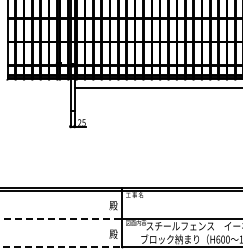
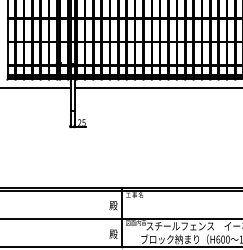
line at (36, 87): none -> present
line at (61, 219): dashed -> solid
line at (61, 246): dashed -> solid
